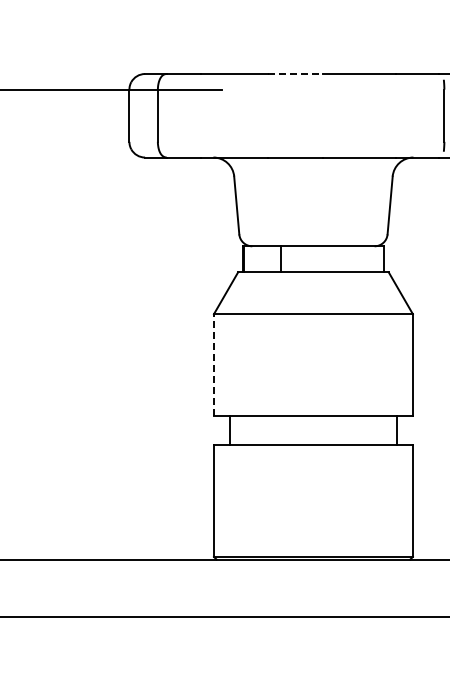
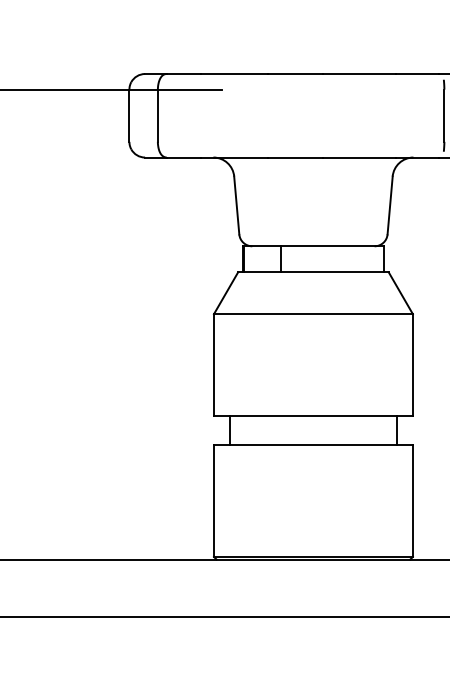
line at (295, 74): dashed -> solid
line at (213, 365): dashed -> solid
